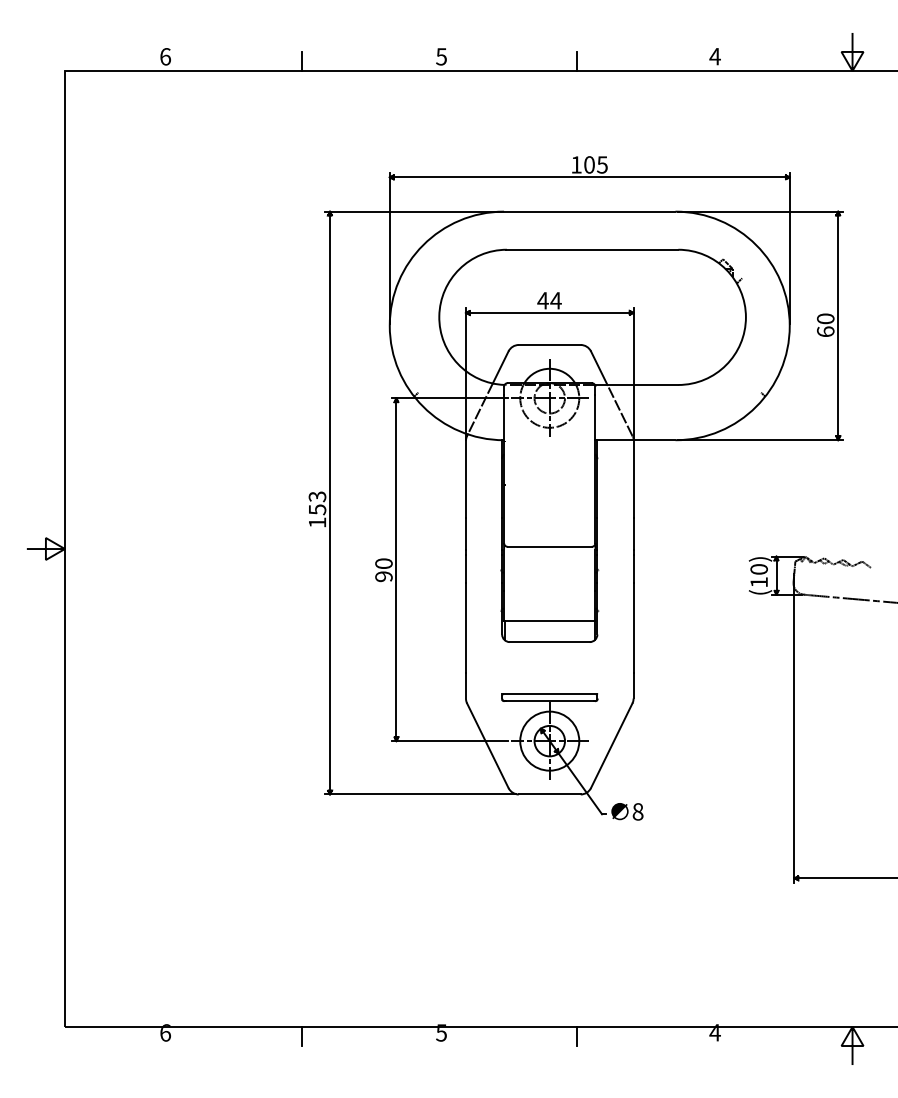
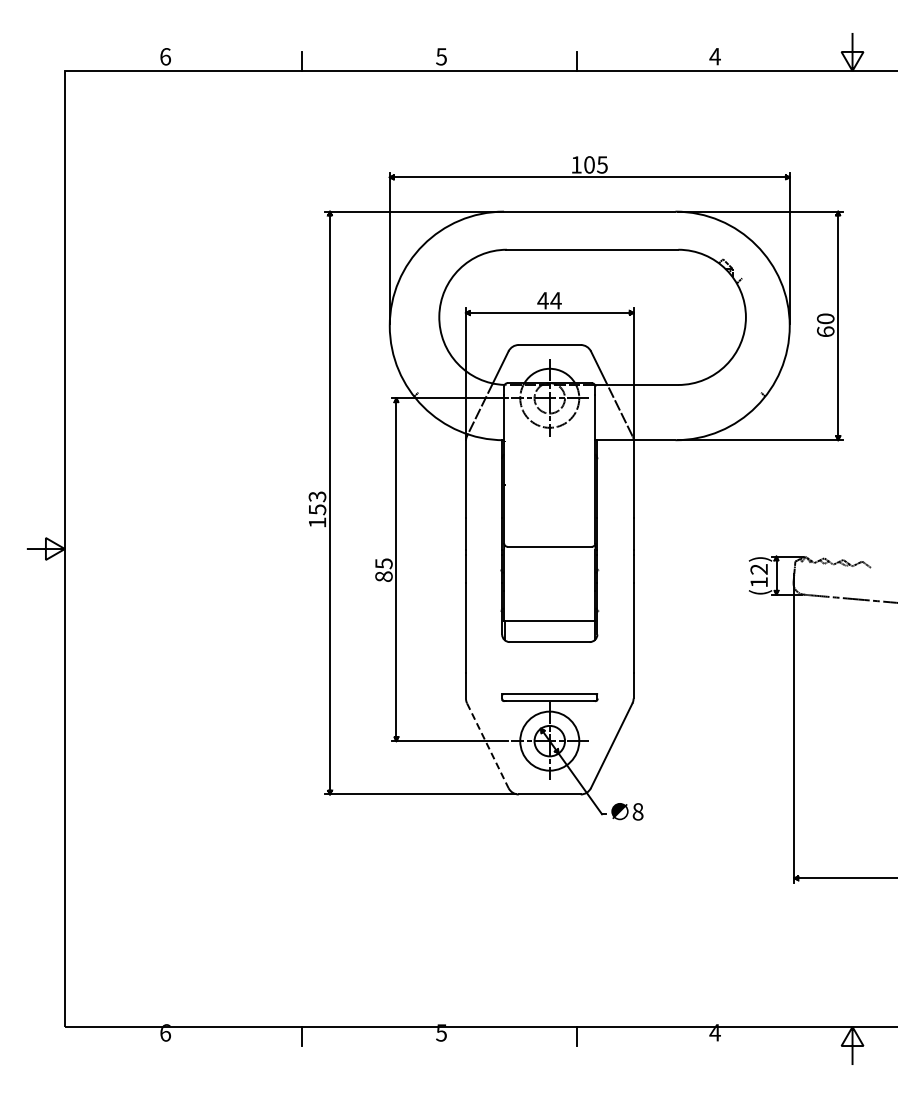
text at (758, 569): (10) -> (12)
text at (383, 570): 90 -> 85
line at (488, 746): solid -> dashed
